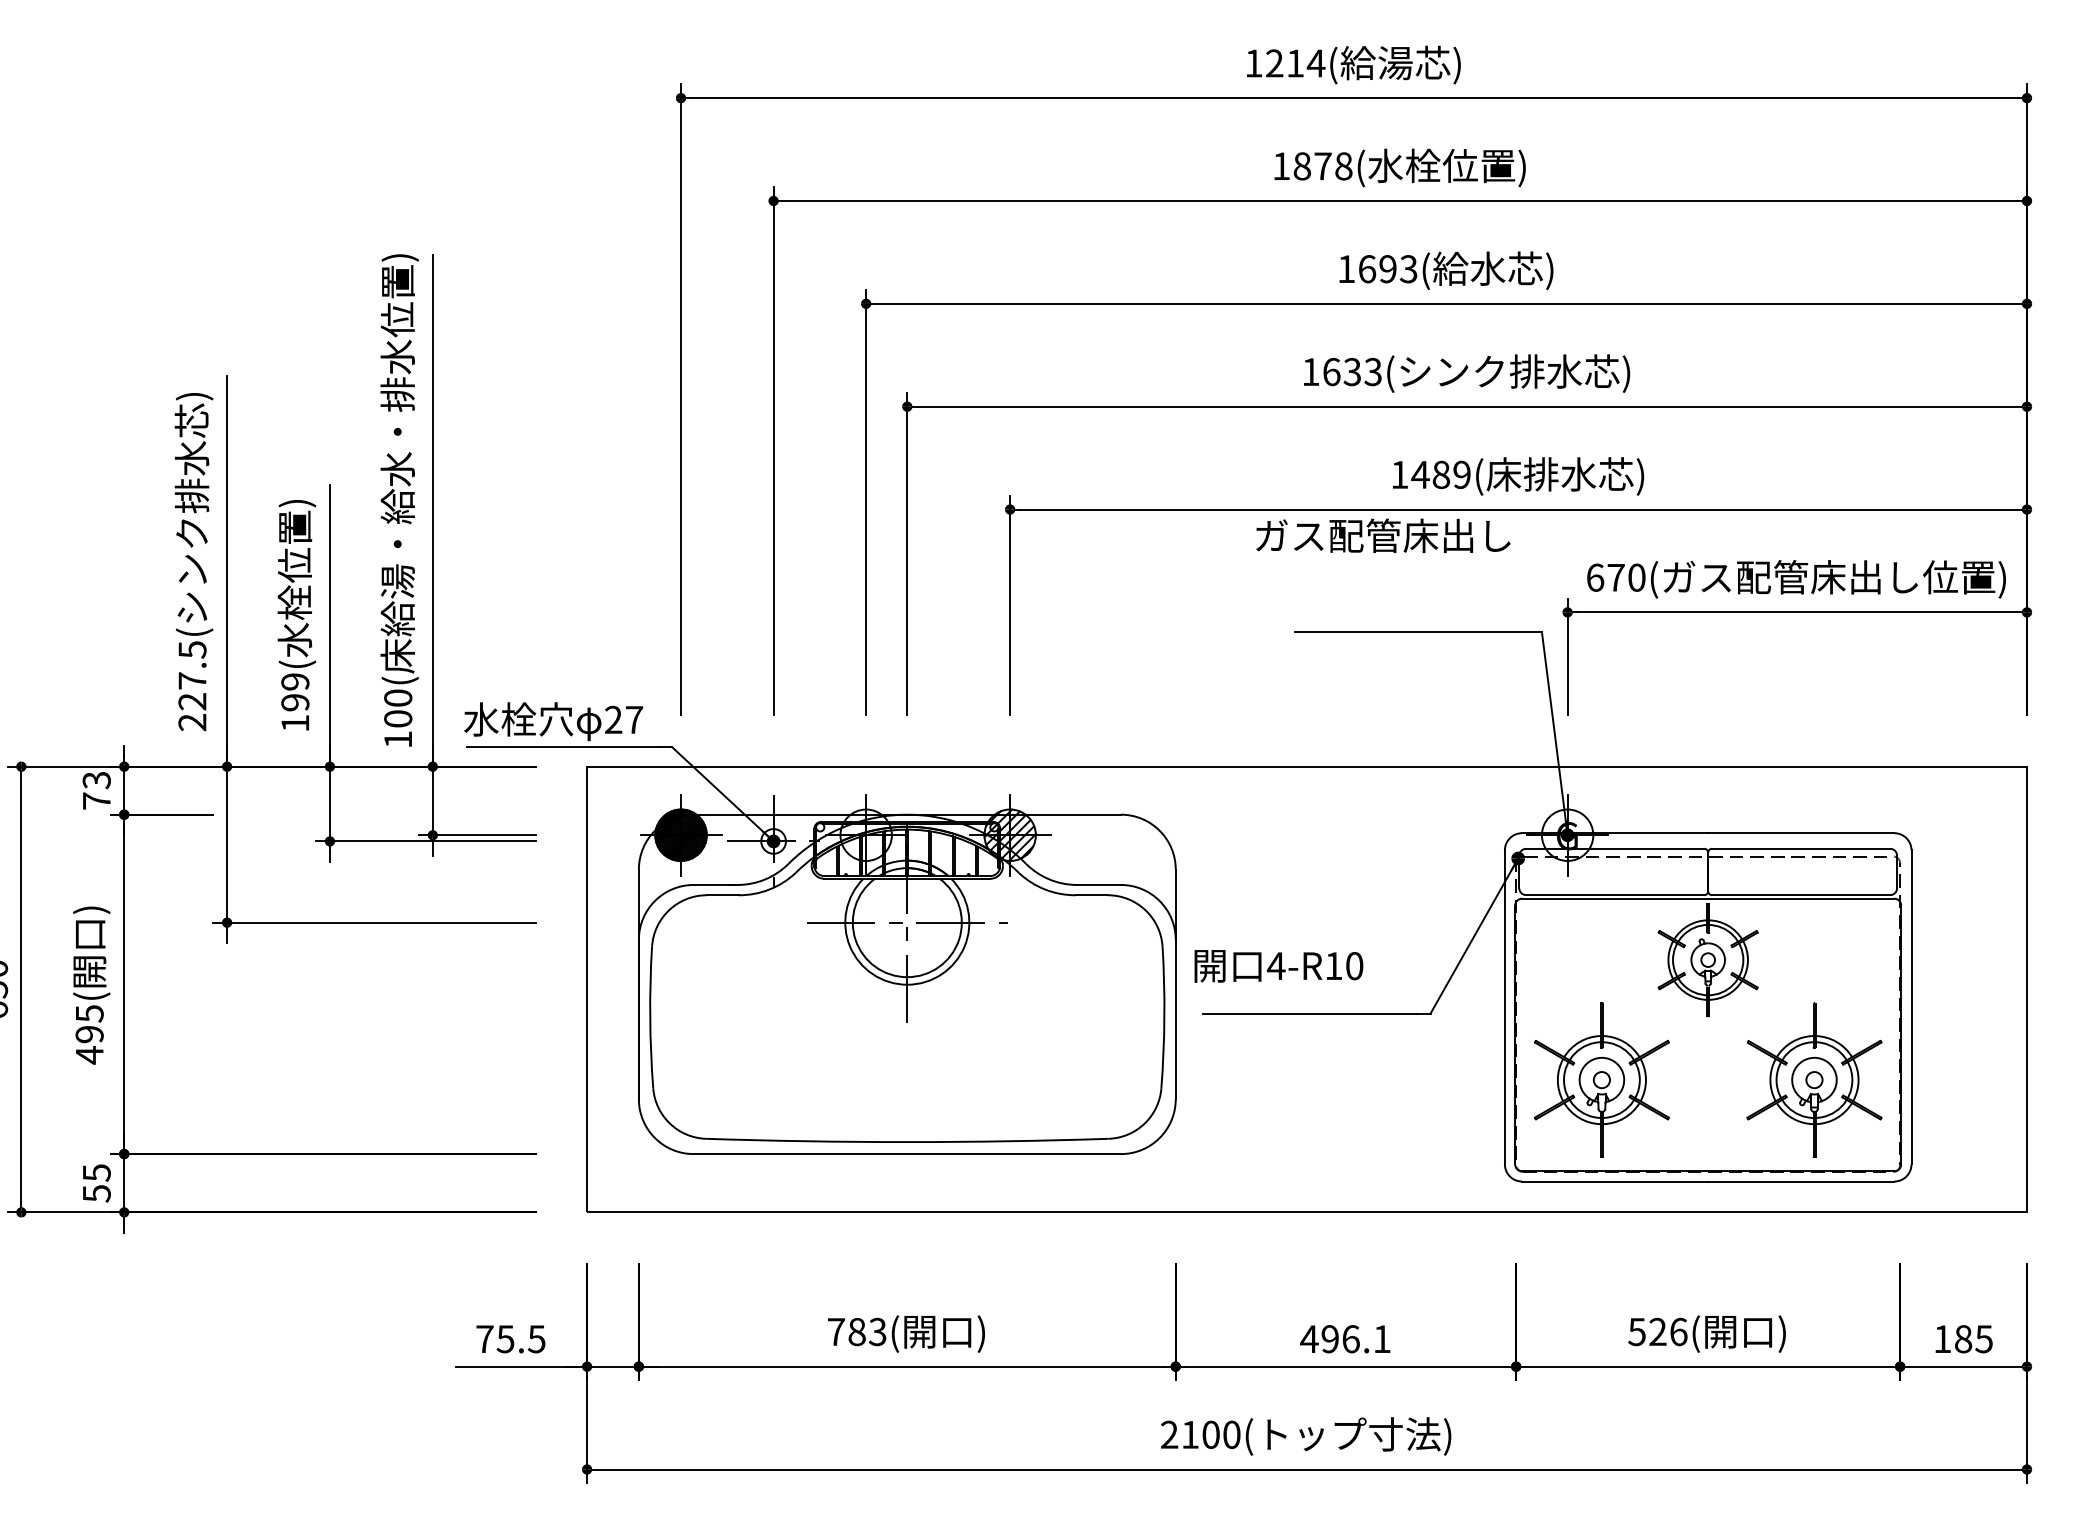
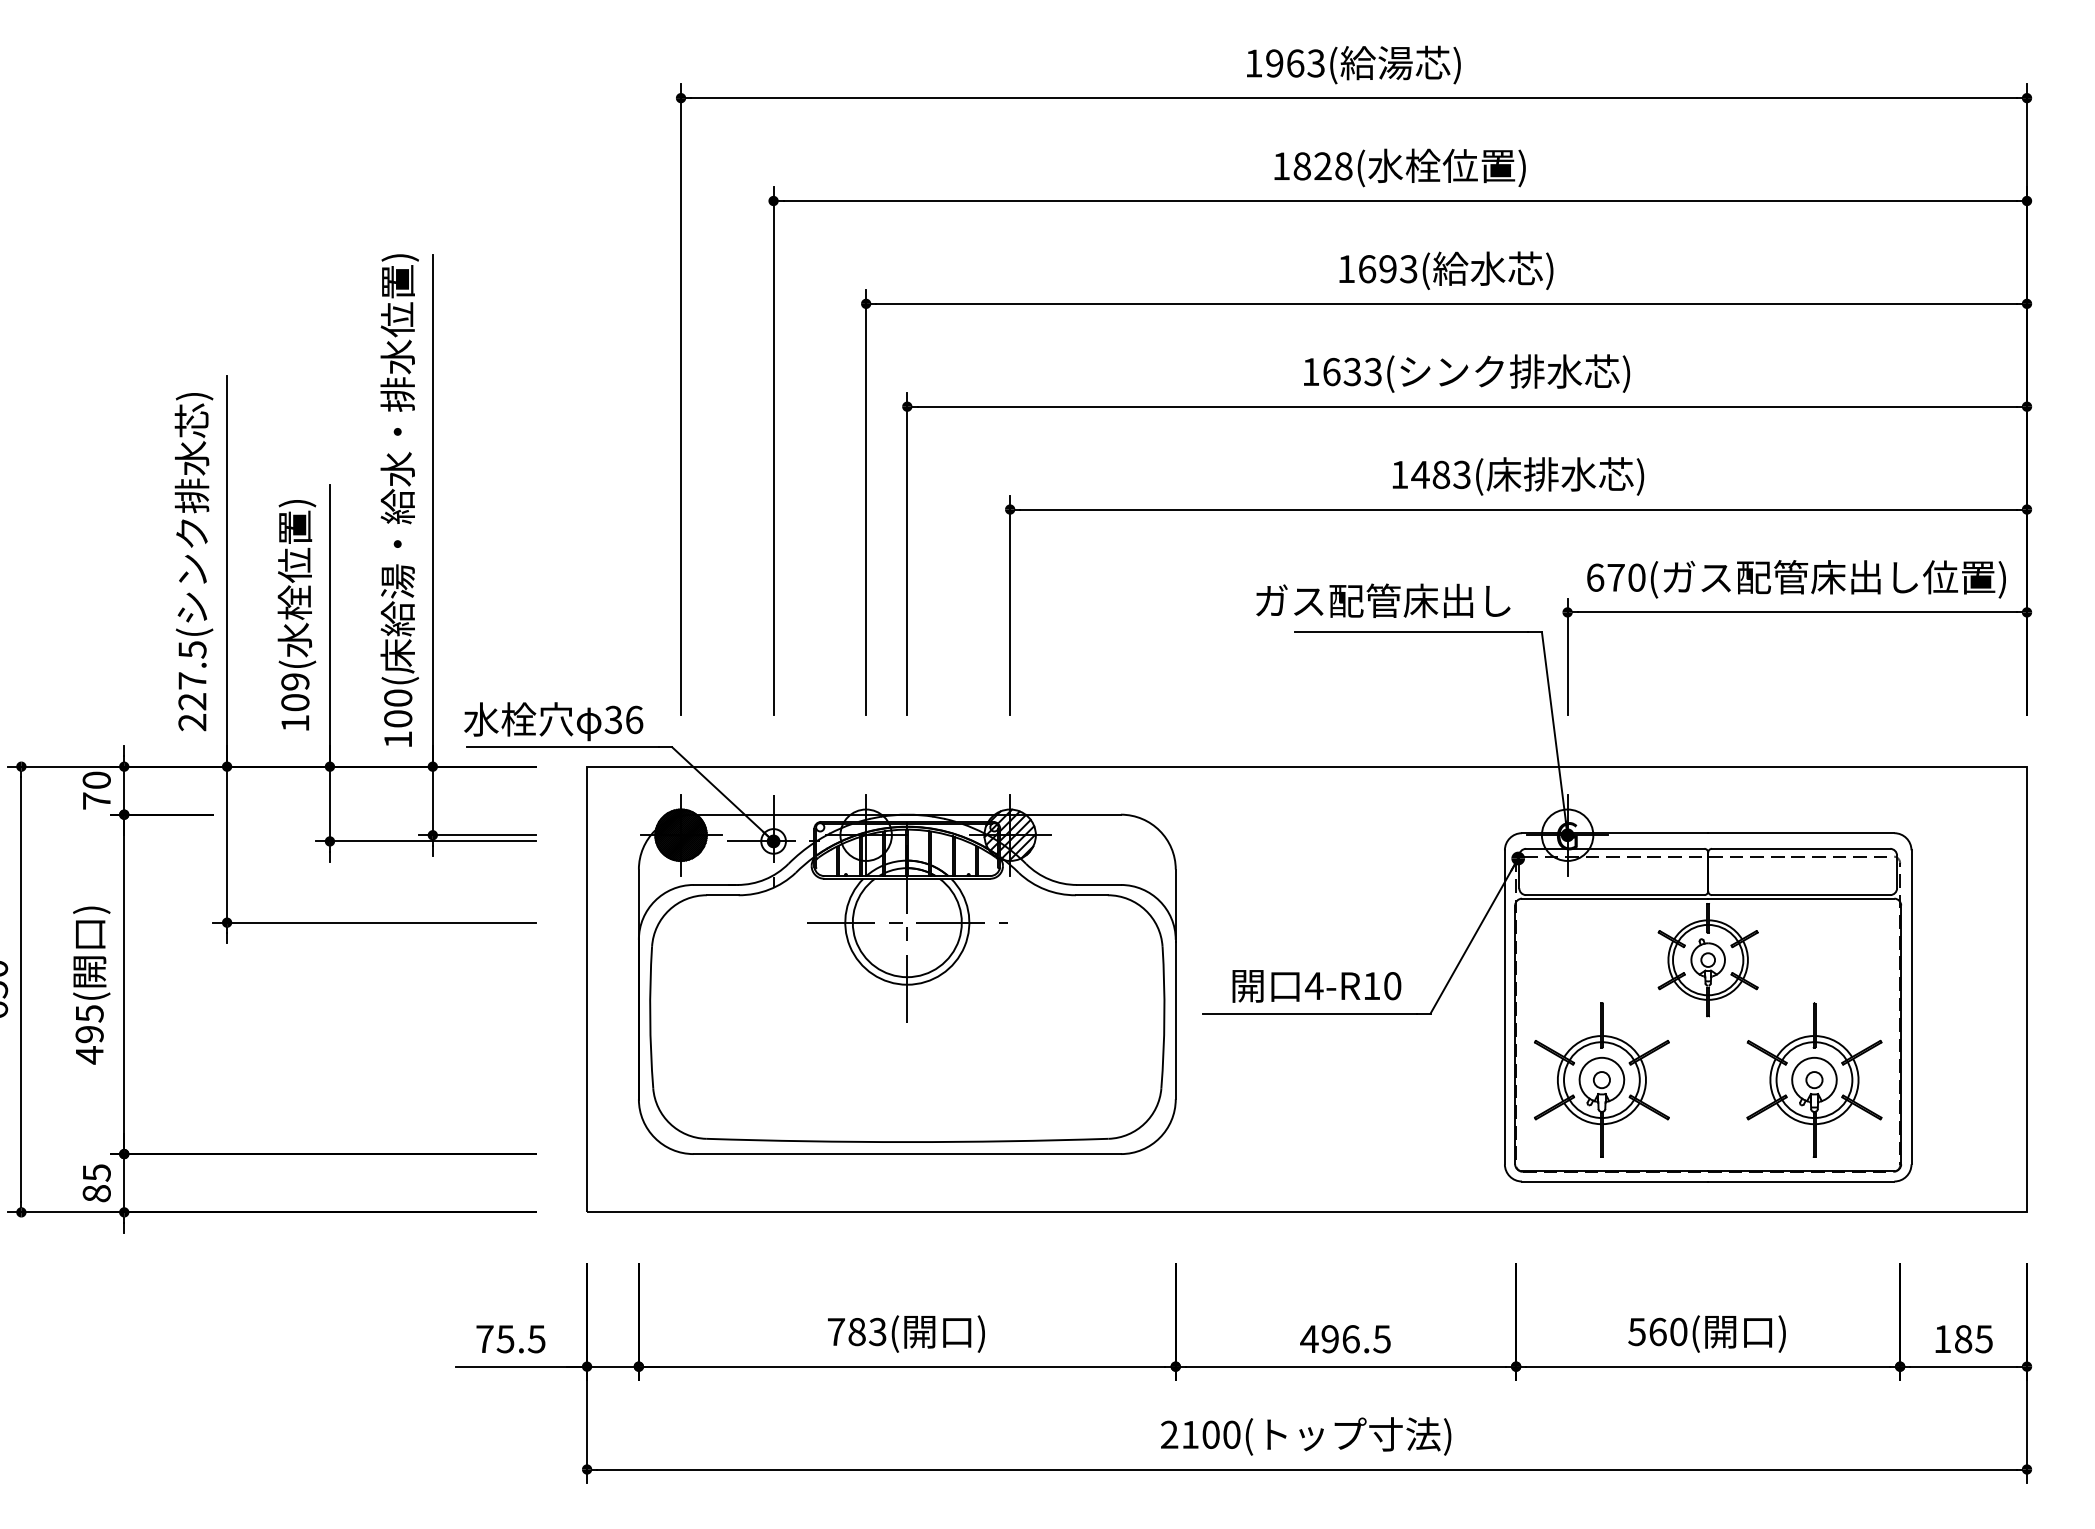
text at (1295, 63): 1214 -> 1963
text at (1322, 165): 1878( -> 1828(
text at (1461, 474): 1489( -> 1483(
text at (1383, 535) position: (1383, 535) -> (1383, 600)
text at (295, 702): 199( -> 109(
text at (623, 719): 27 -> 36
text at (96, 780): 73 -> 70
text at (1278, 966) position: (1278, 966) -> (1316, 986)
text at (96, 1193): 55 -> 85
text at (1668, 1331): 526( -> 560(
text at (1381, 1339): 496.1 -> 496.5
